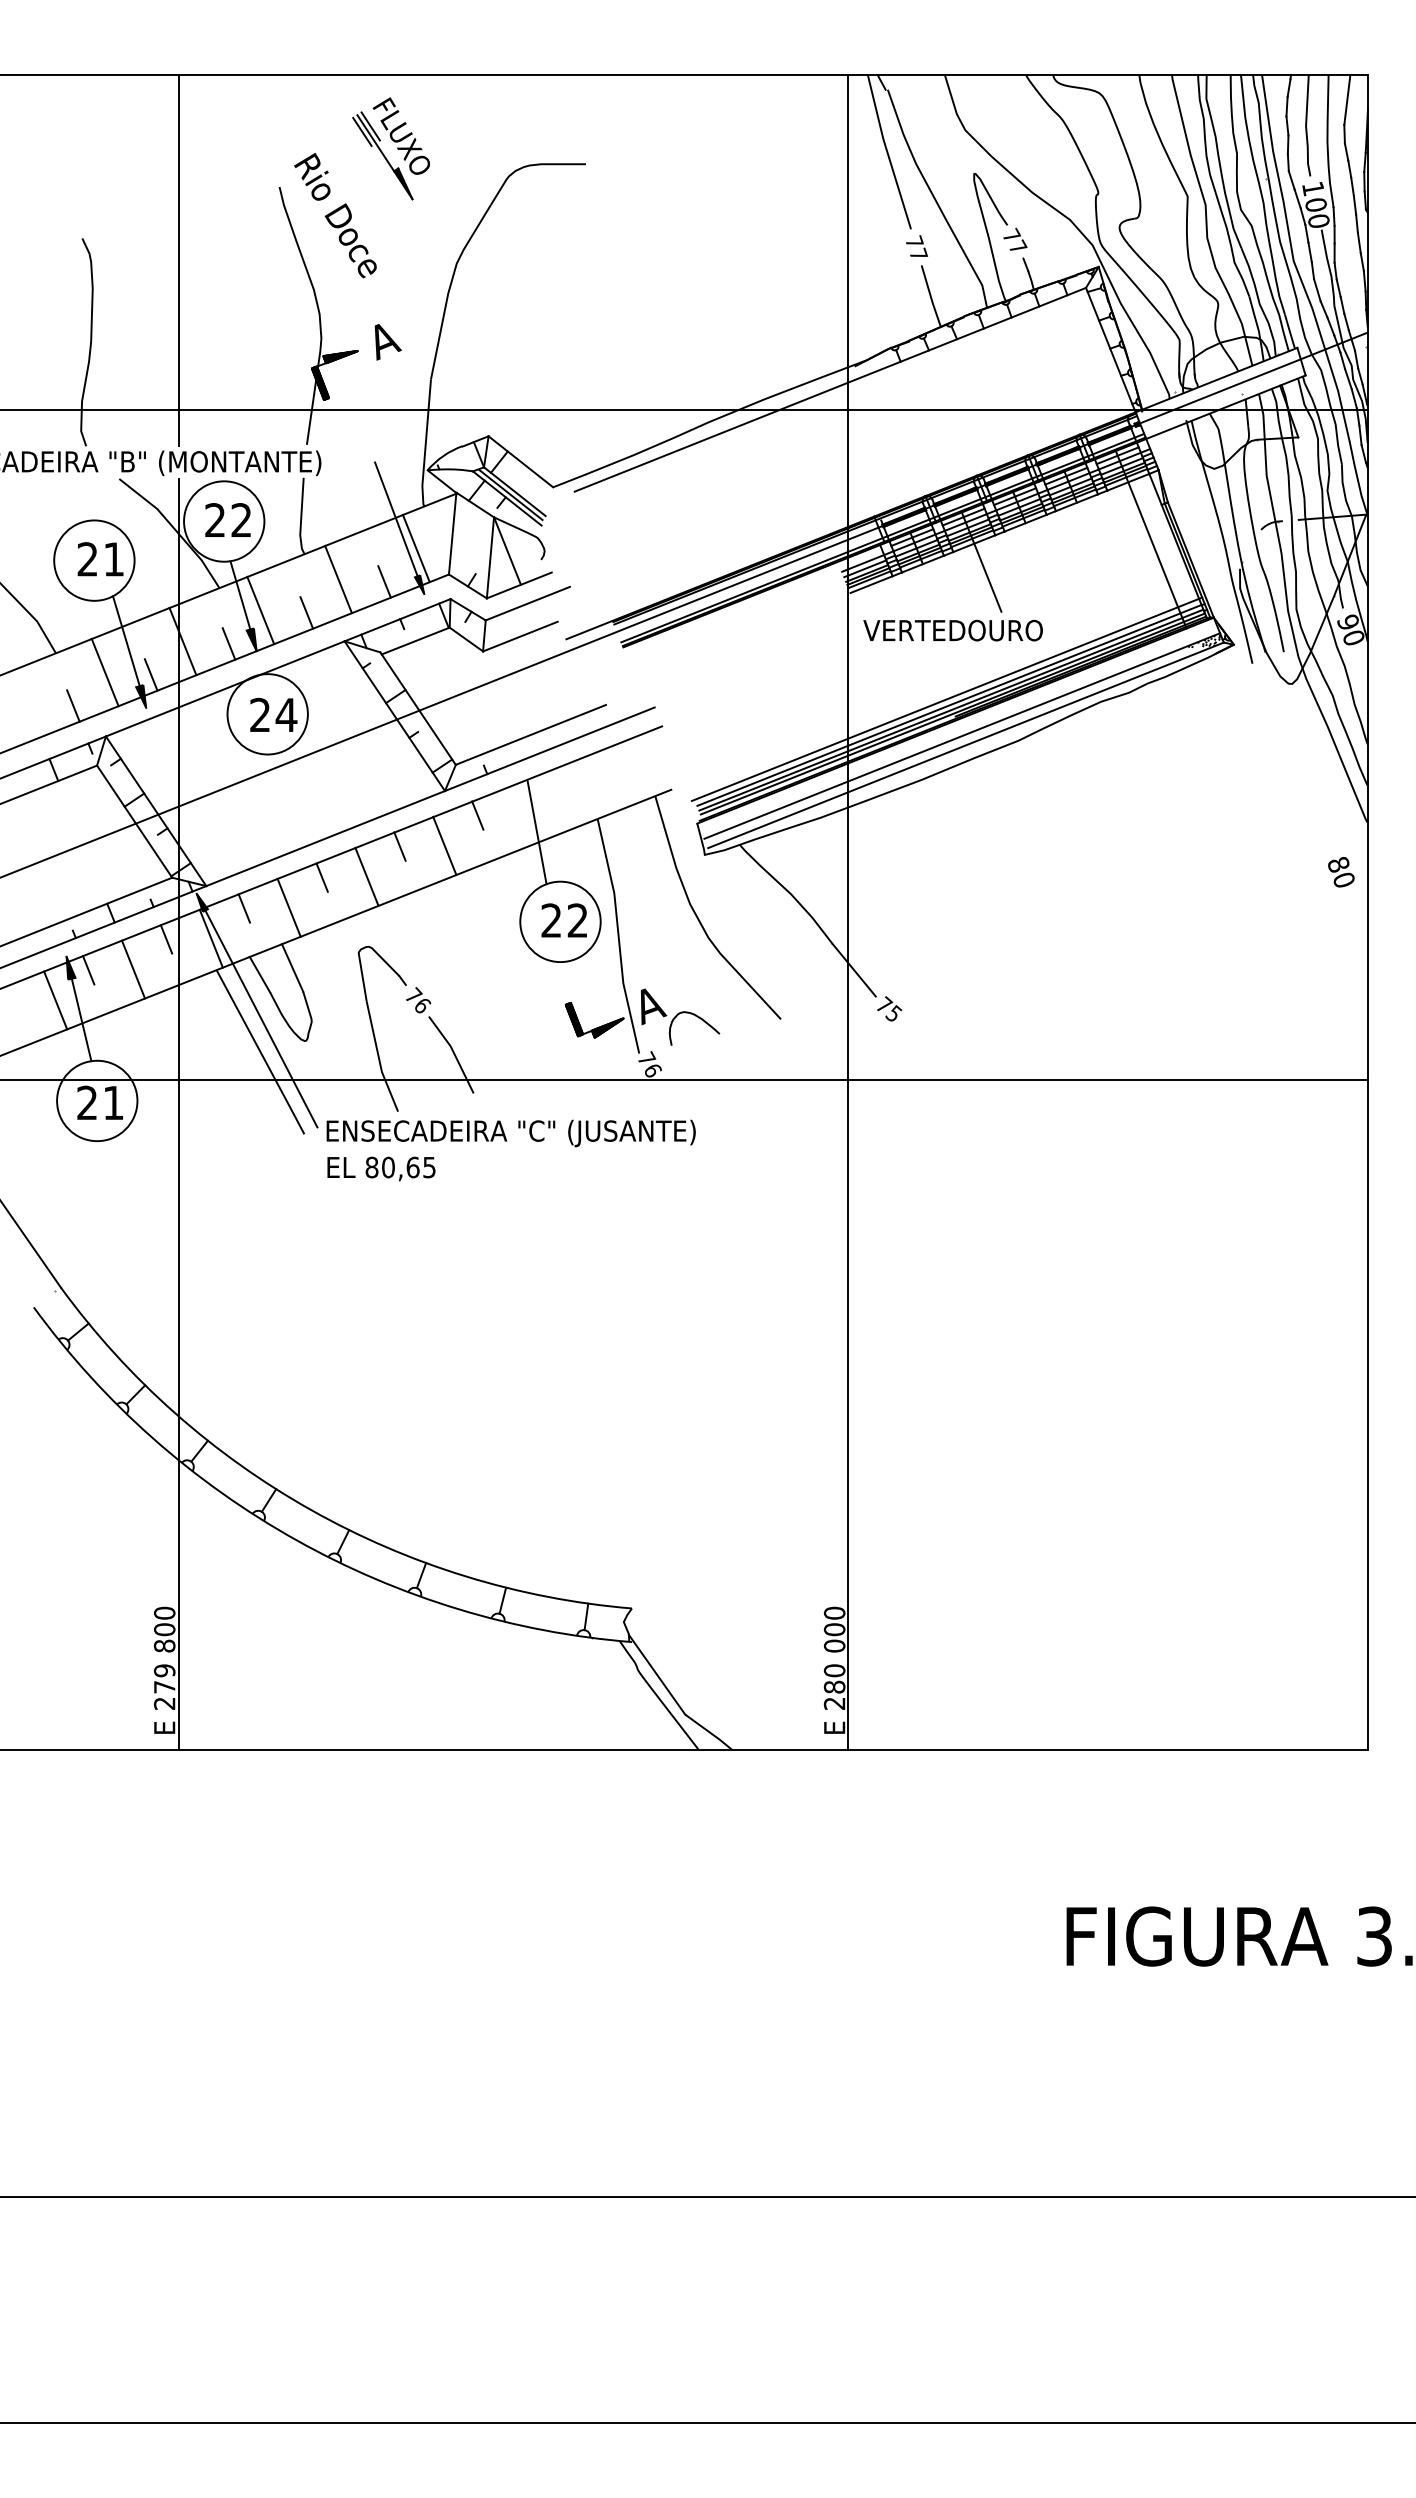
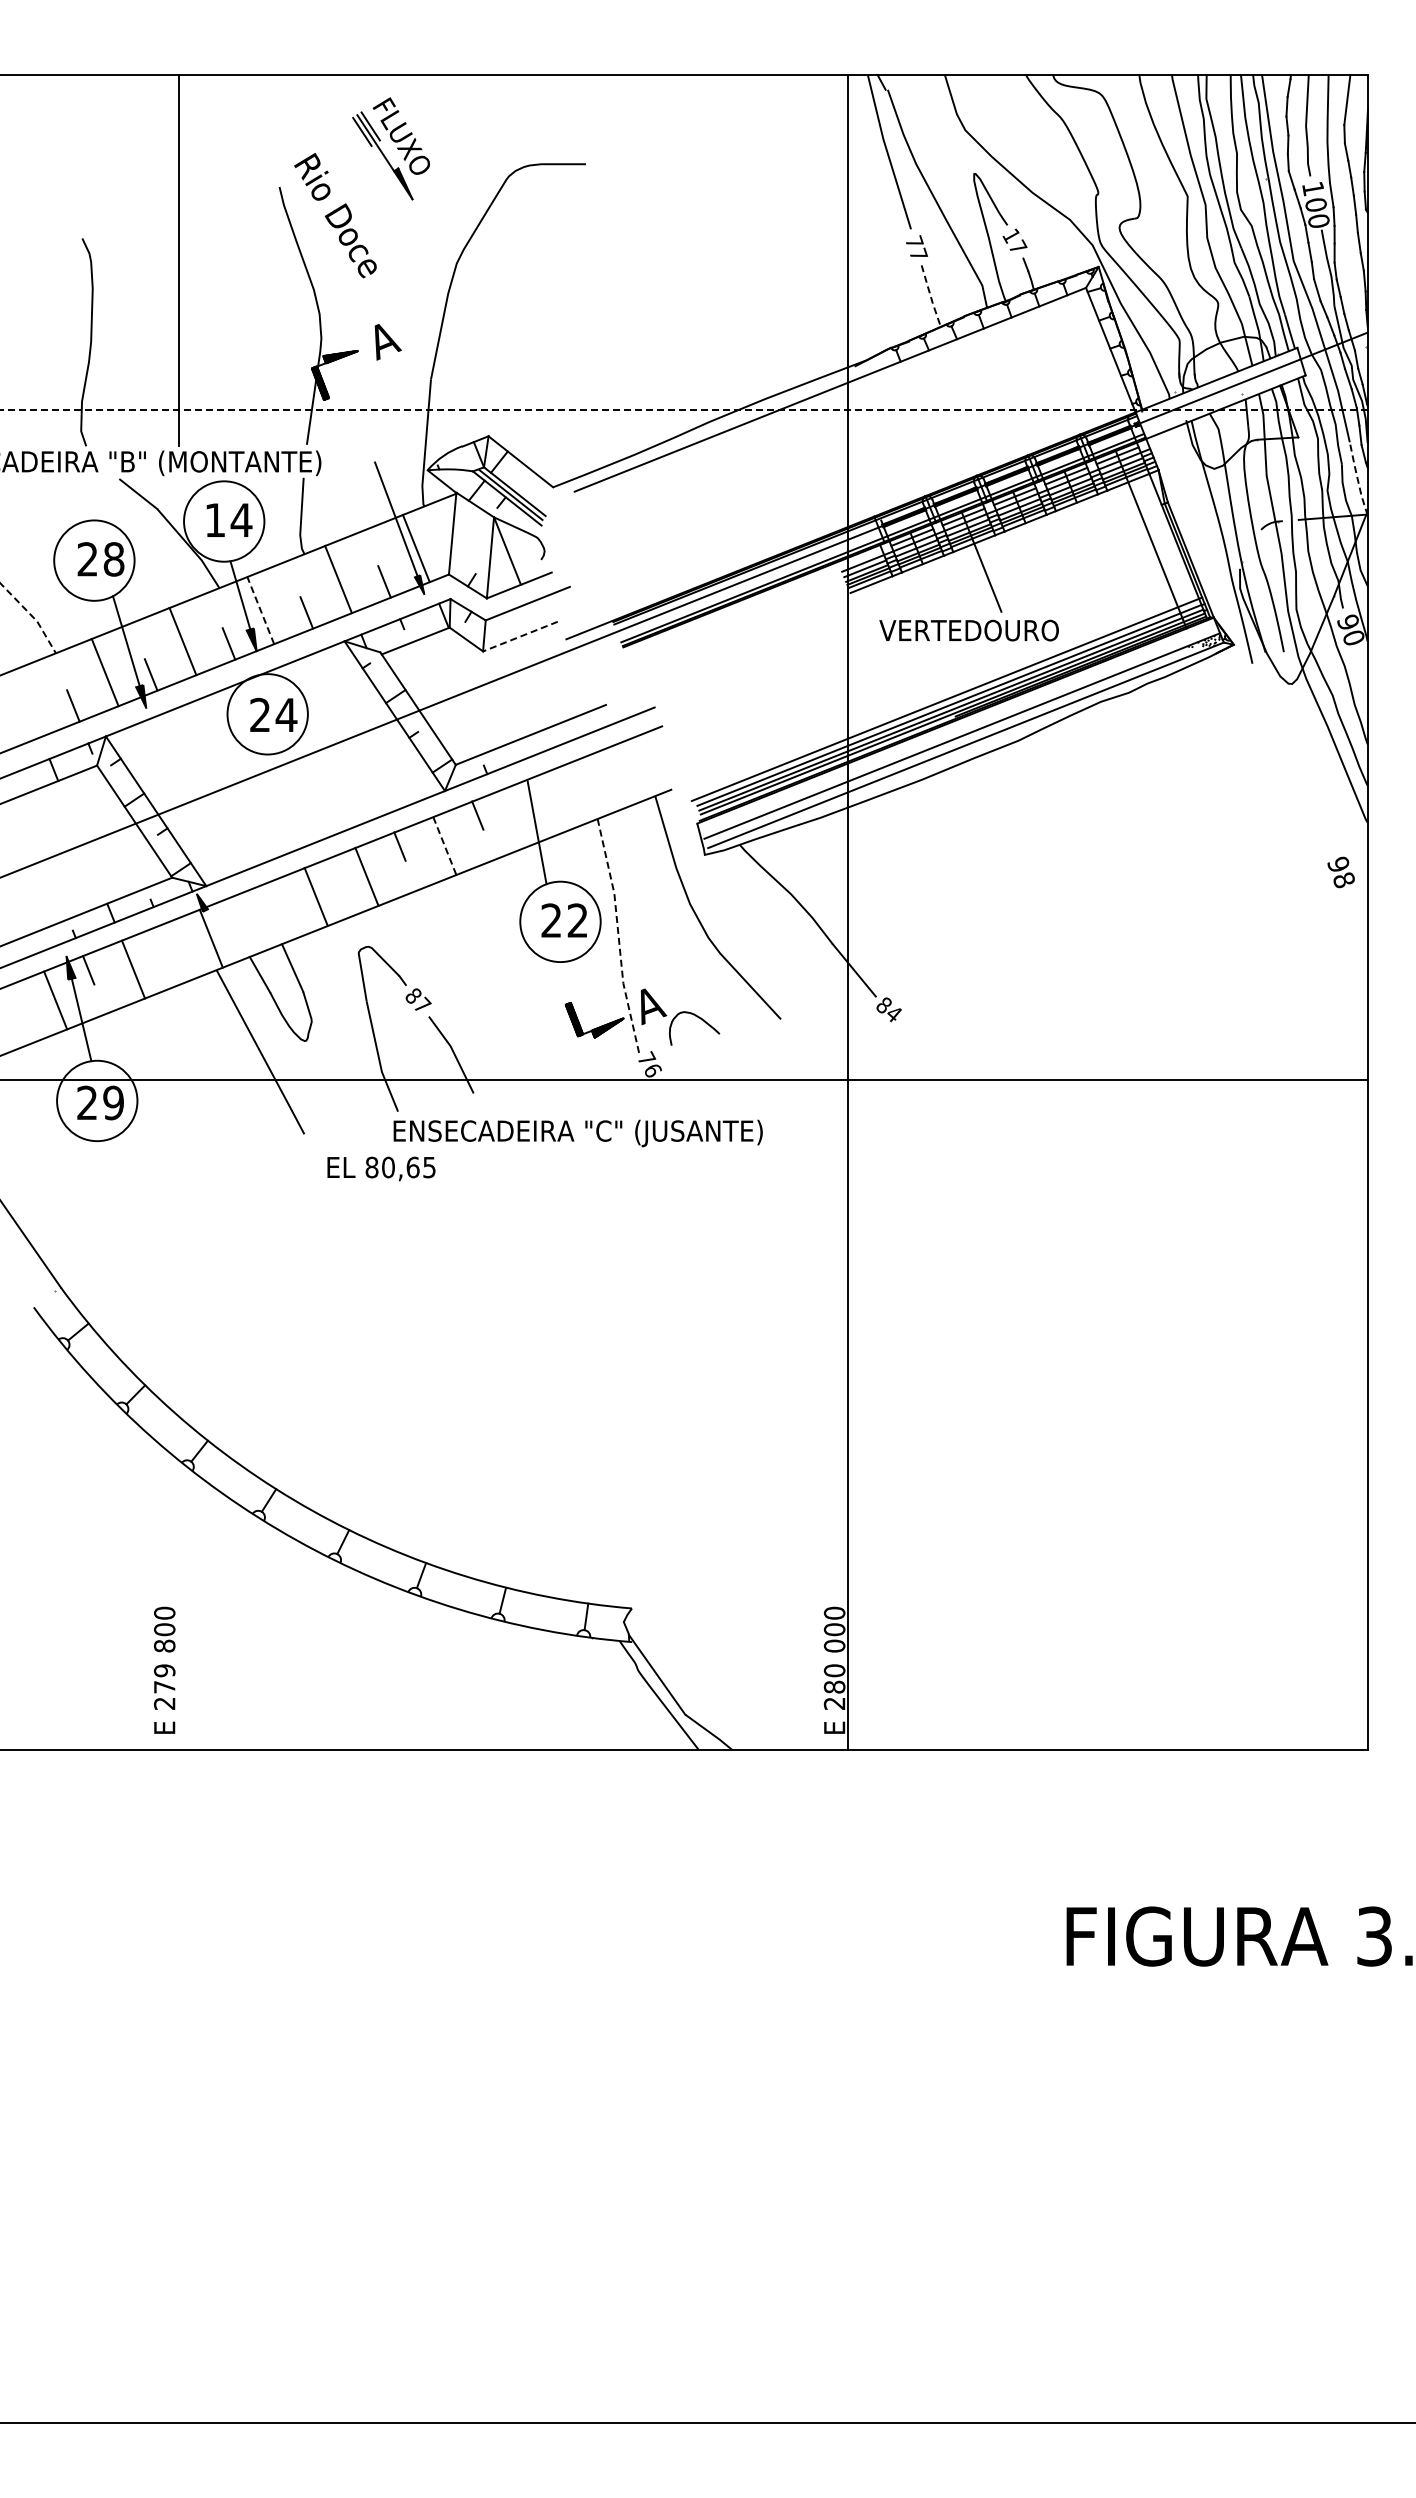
text at (1011, 235): 77 -> 17
line at (930, 296): solid -> dashed
line at (683, 409): solid -> dashed
line at (1357, 478): solid -> dashed
text at (228, 519): 22 -> 14
text at (113, 559): 21 -> 28
line at (260, 610): solid -> dashed
line at (32, 616): solid -> dashed
text at (952, 630) position: (952, 630) -> (968, 630)
line at (519, 636): solid -> dashed
line at (444, 845): solid -> dashed
text at (1340, 872): 80 -> 98
line at (321, 877): present -> none
line at (288, 907) position: (288, 907) -> (315, 896)
line at (244, 908): present -> none
line at (618, 935): solid -> dashed
line at (166, 939): present -> none
text at (418, 1000): 76 -> 87
text at (889, 1009): 75 -> 84
line at (256, 1010): present -> none
text at (113, 1102): 21 -> 29
line at (178, 1114): present -> none
text at (510, 1133) position: (510, 1133) -> (577, 1133)
line at (707, 2196): present -> none
